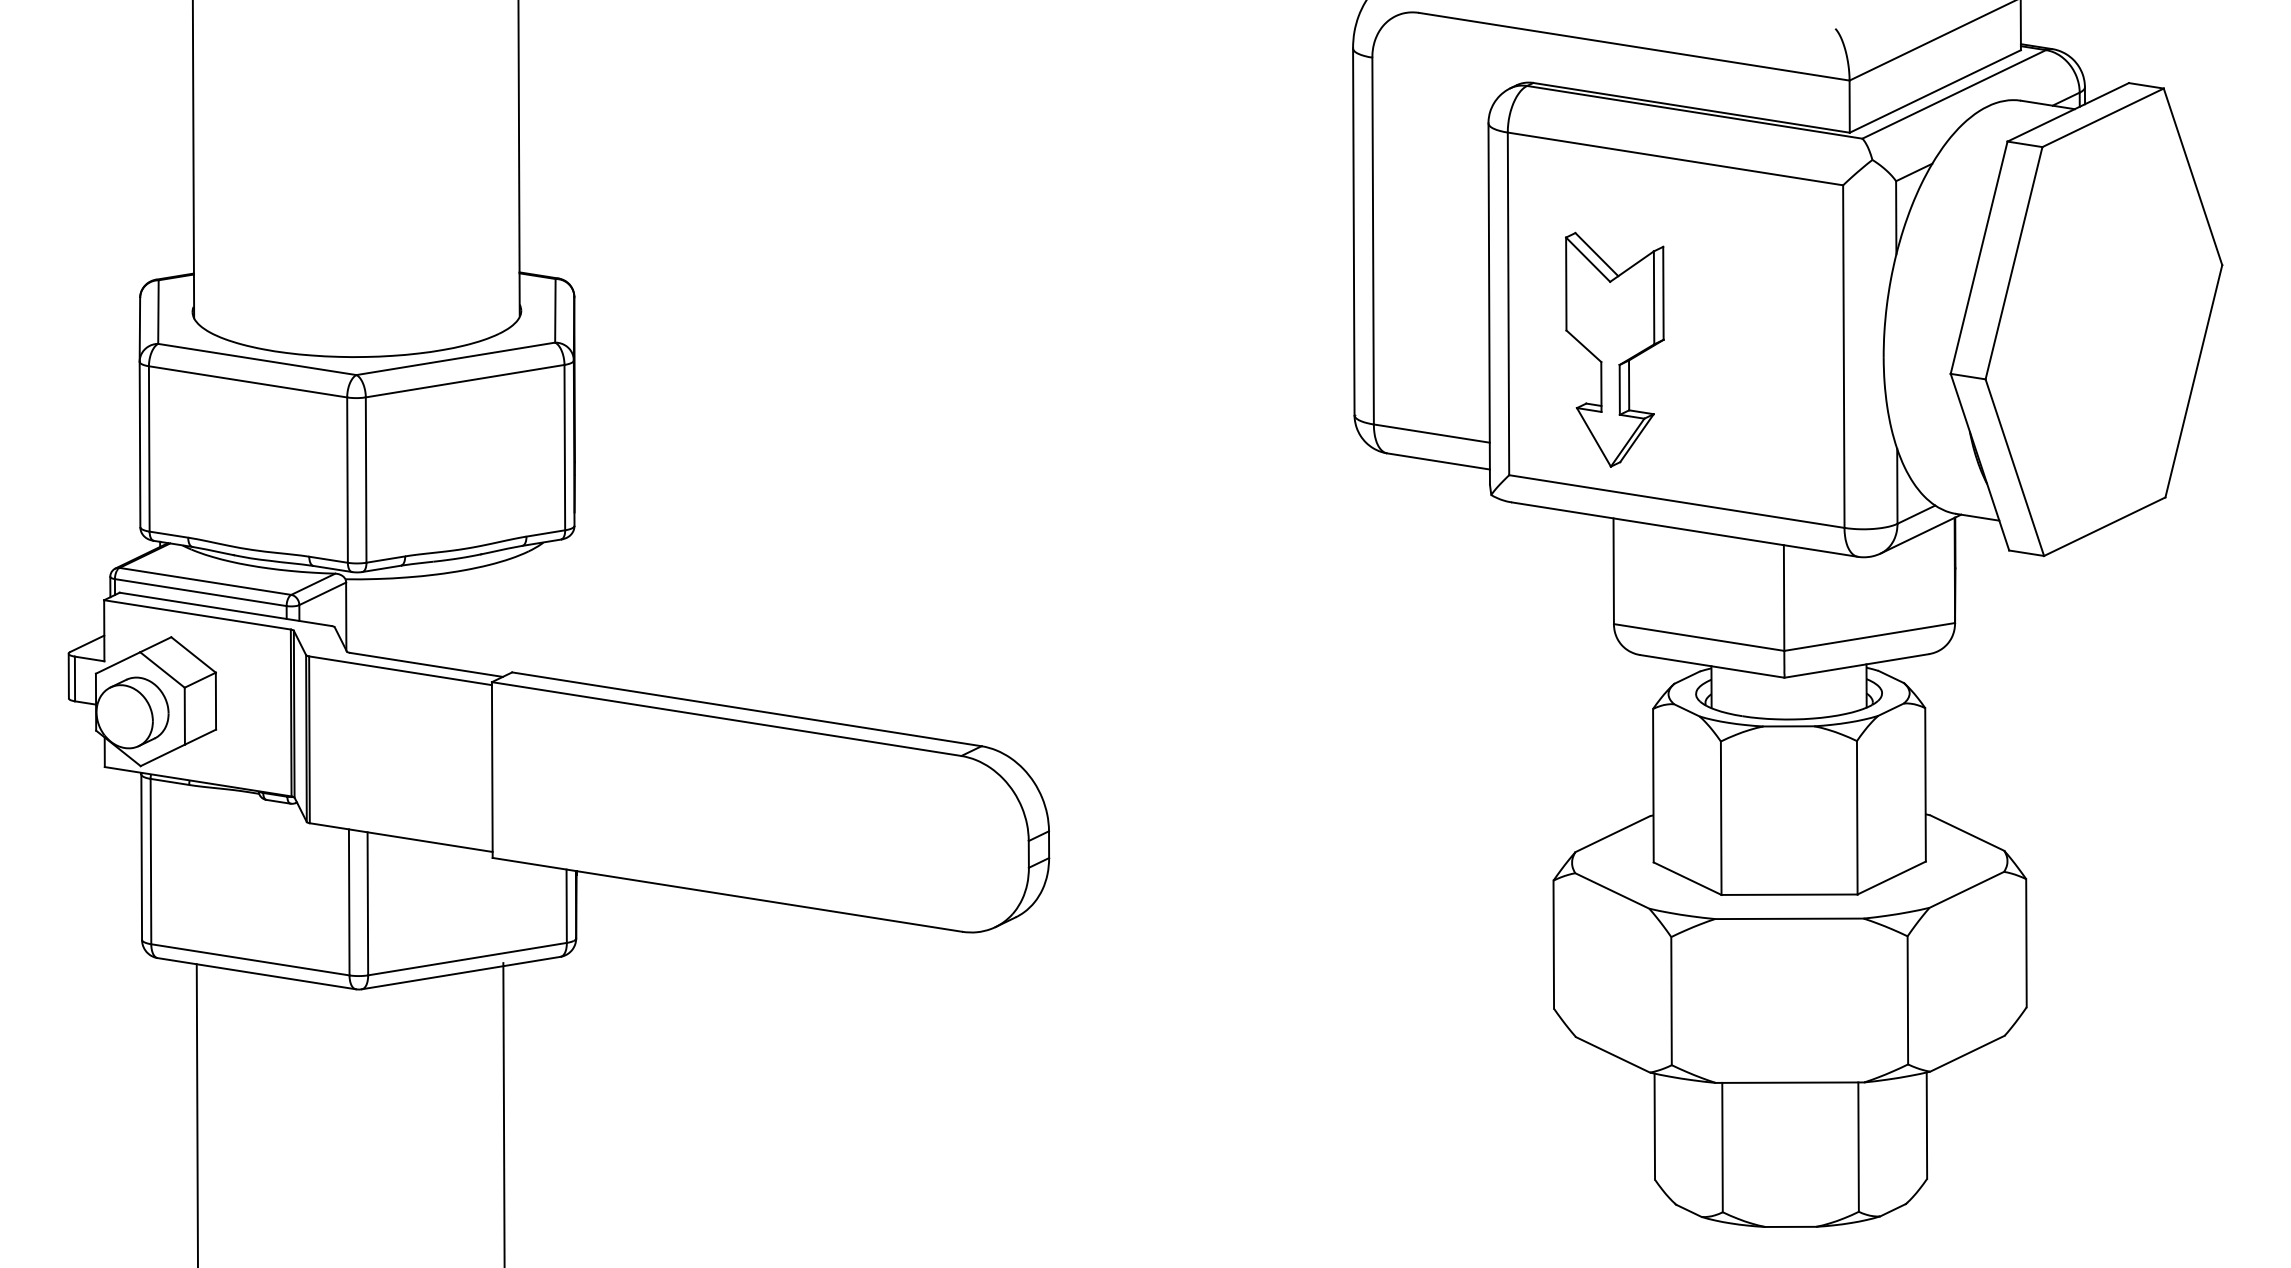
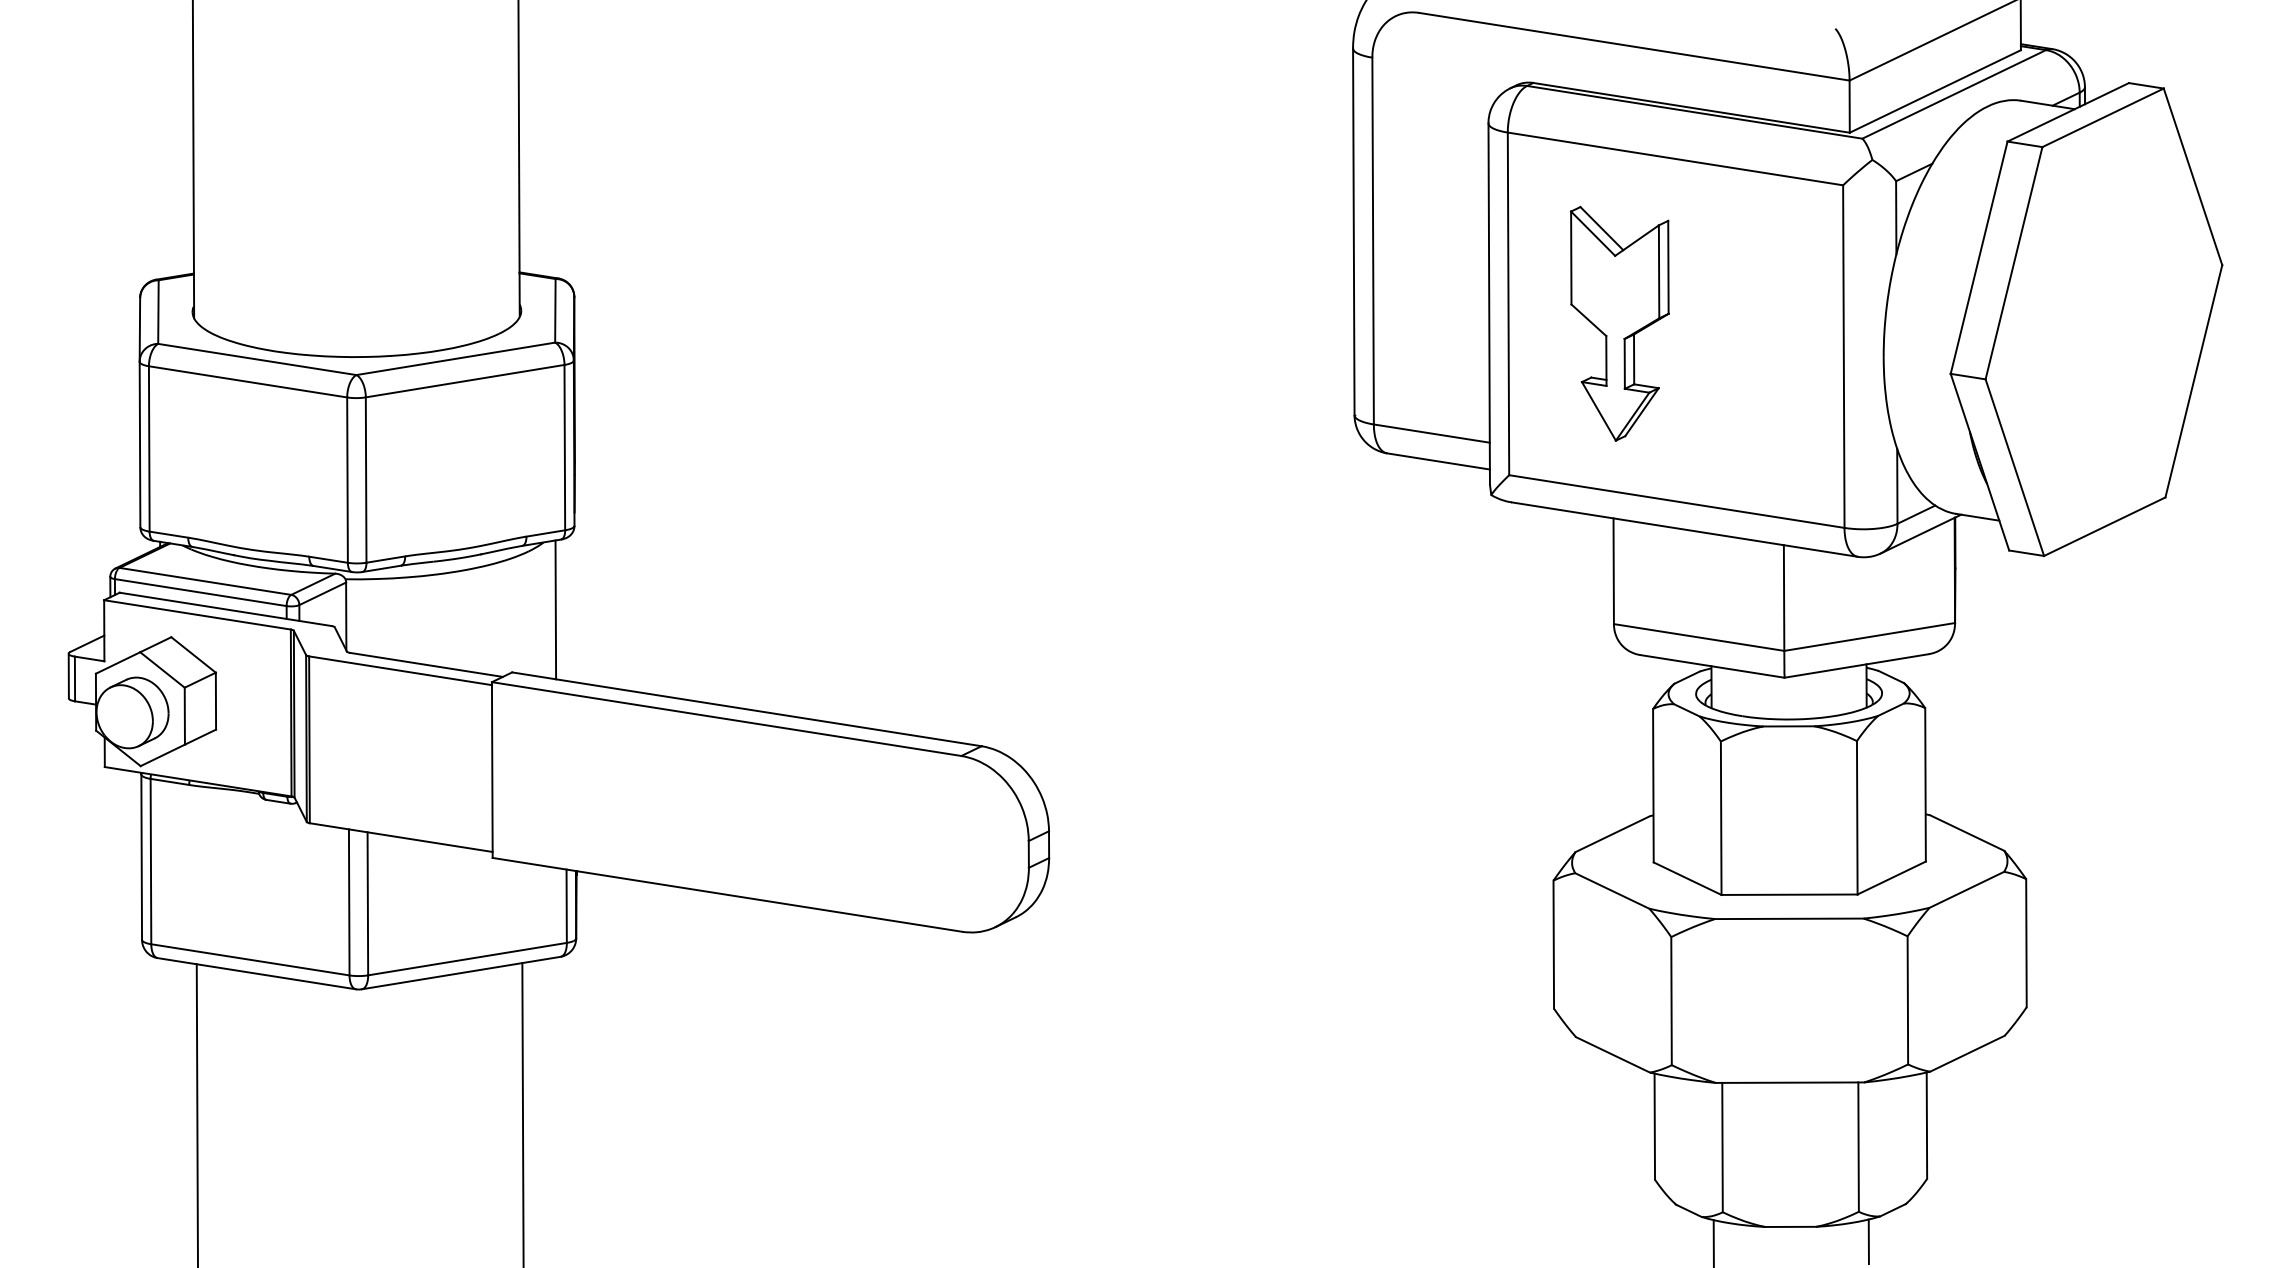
part at (1614, 349) position: (1614, 349) -> (1619, 323)
line at (555, 609): none -> present
line at (503, 1113) position: (503, 1113) -> (522, 1113)
line at (1868, 1241): none -> present
line at (1713, 1242): none -> present
